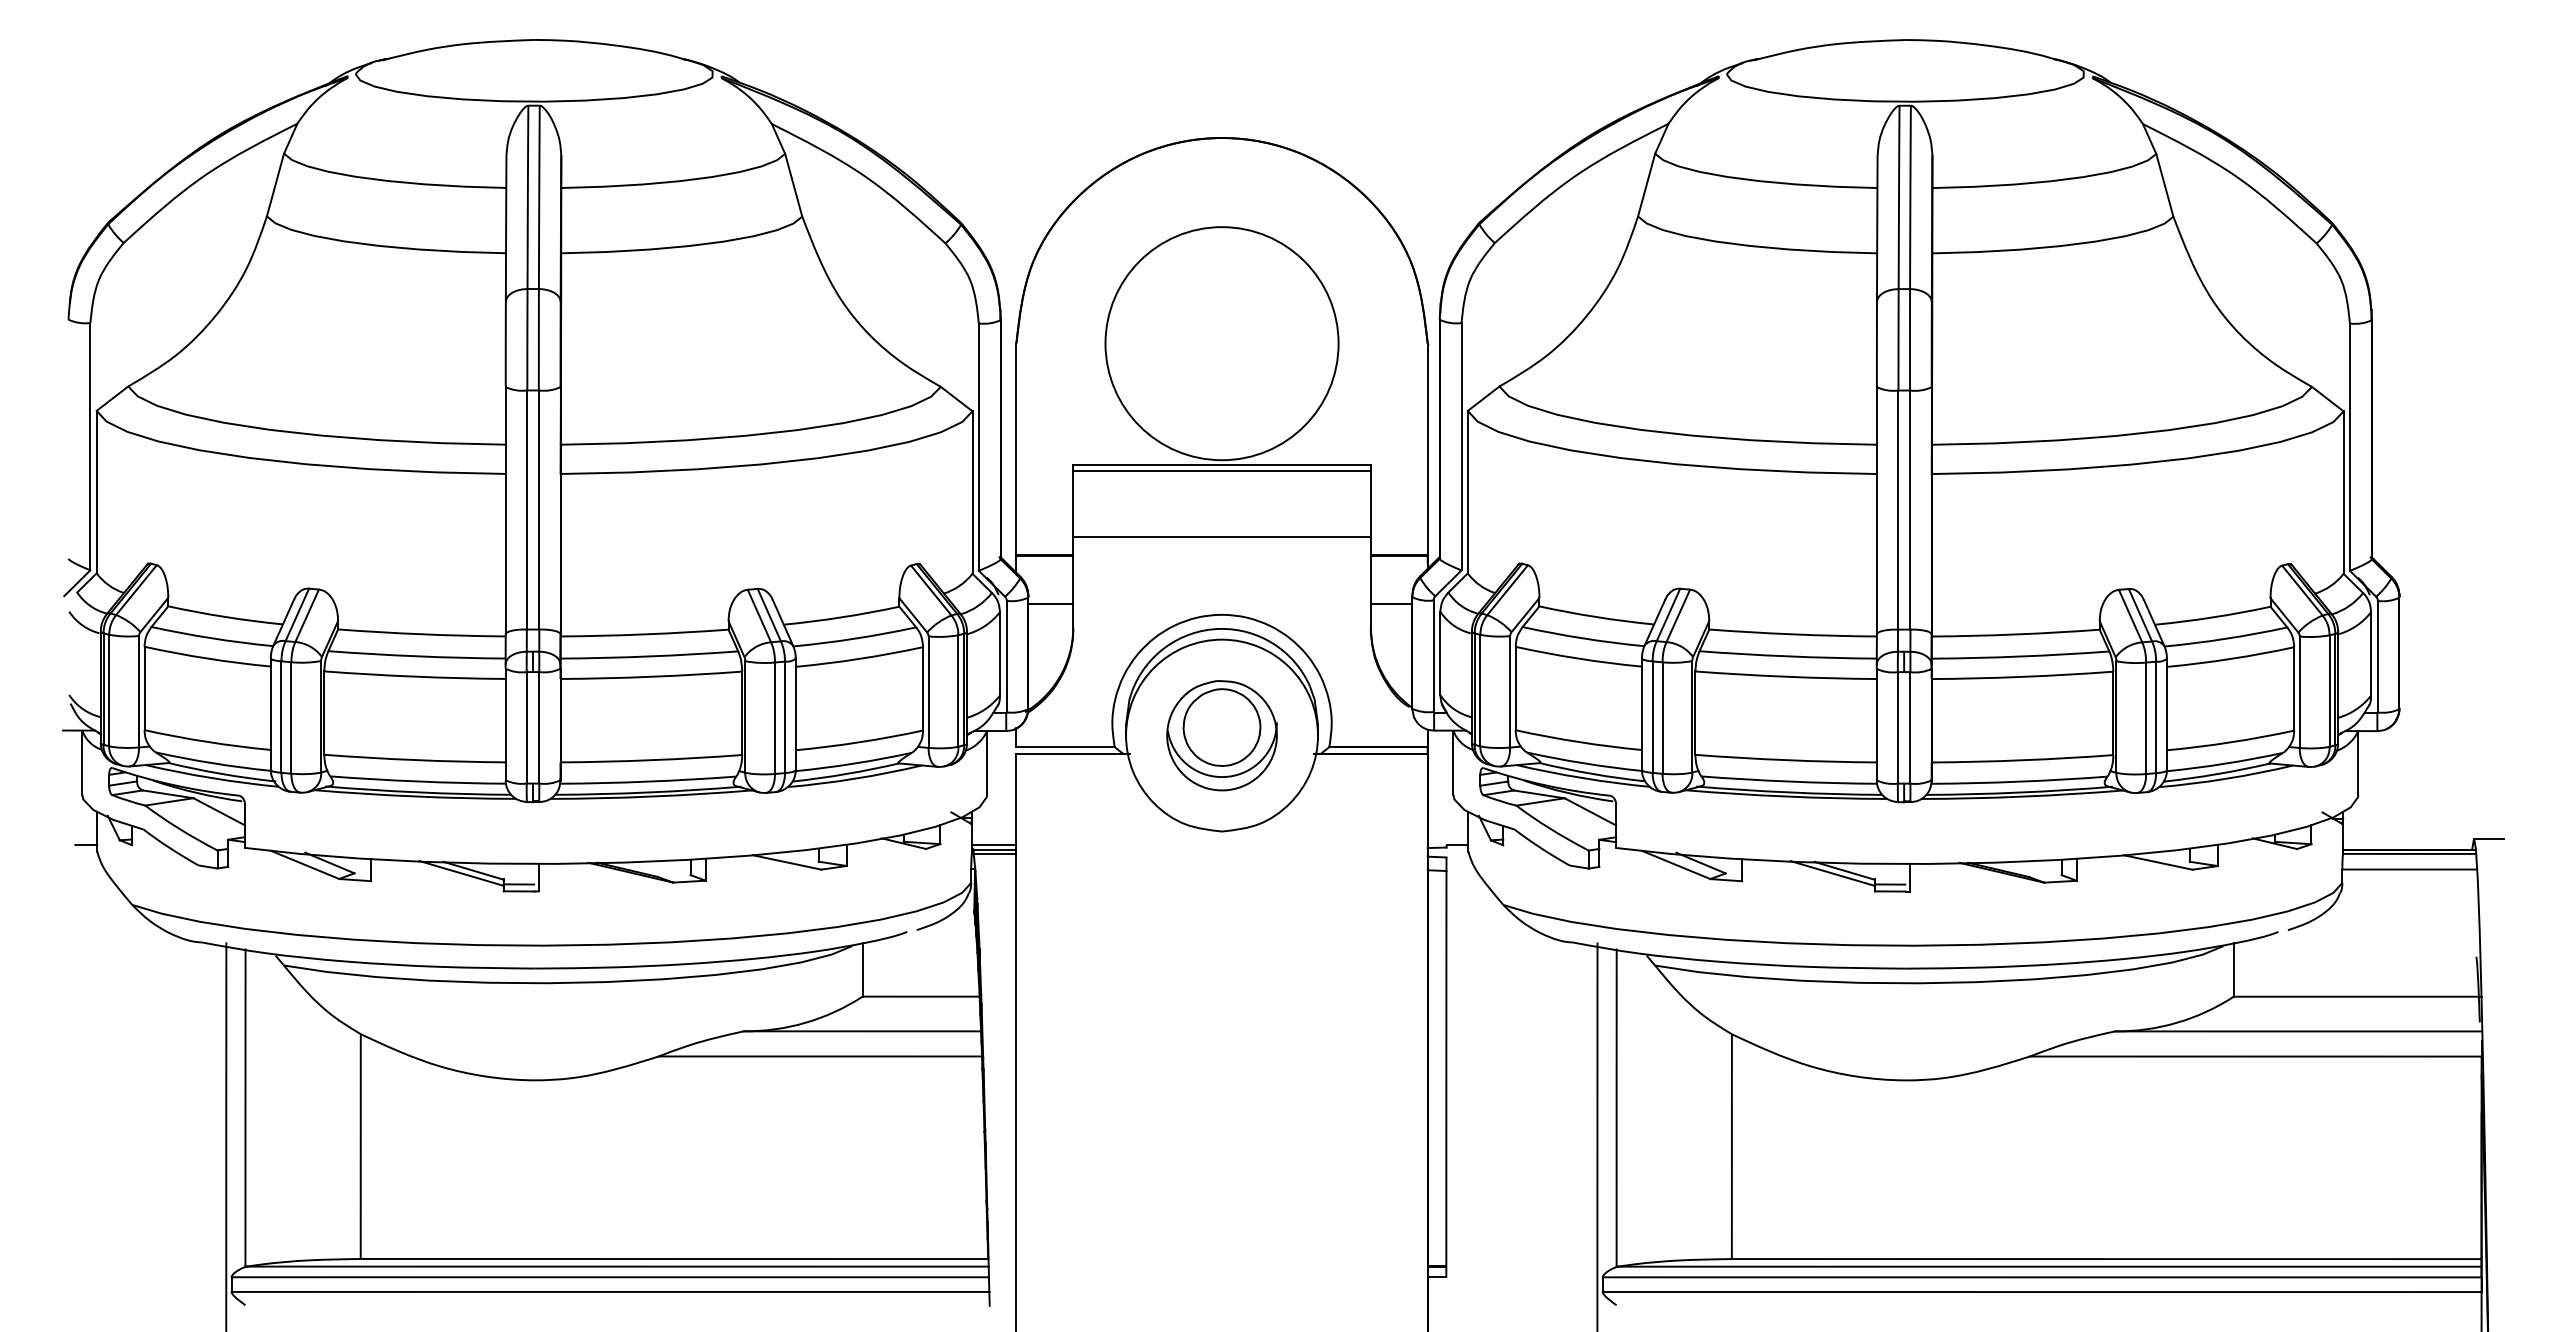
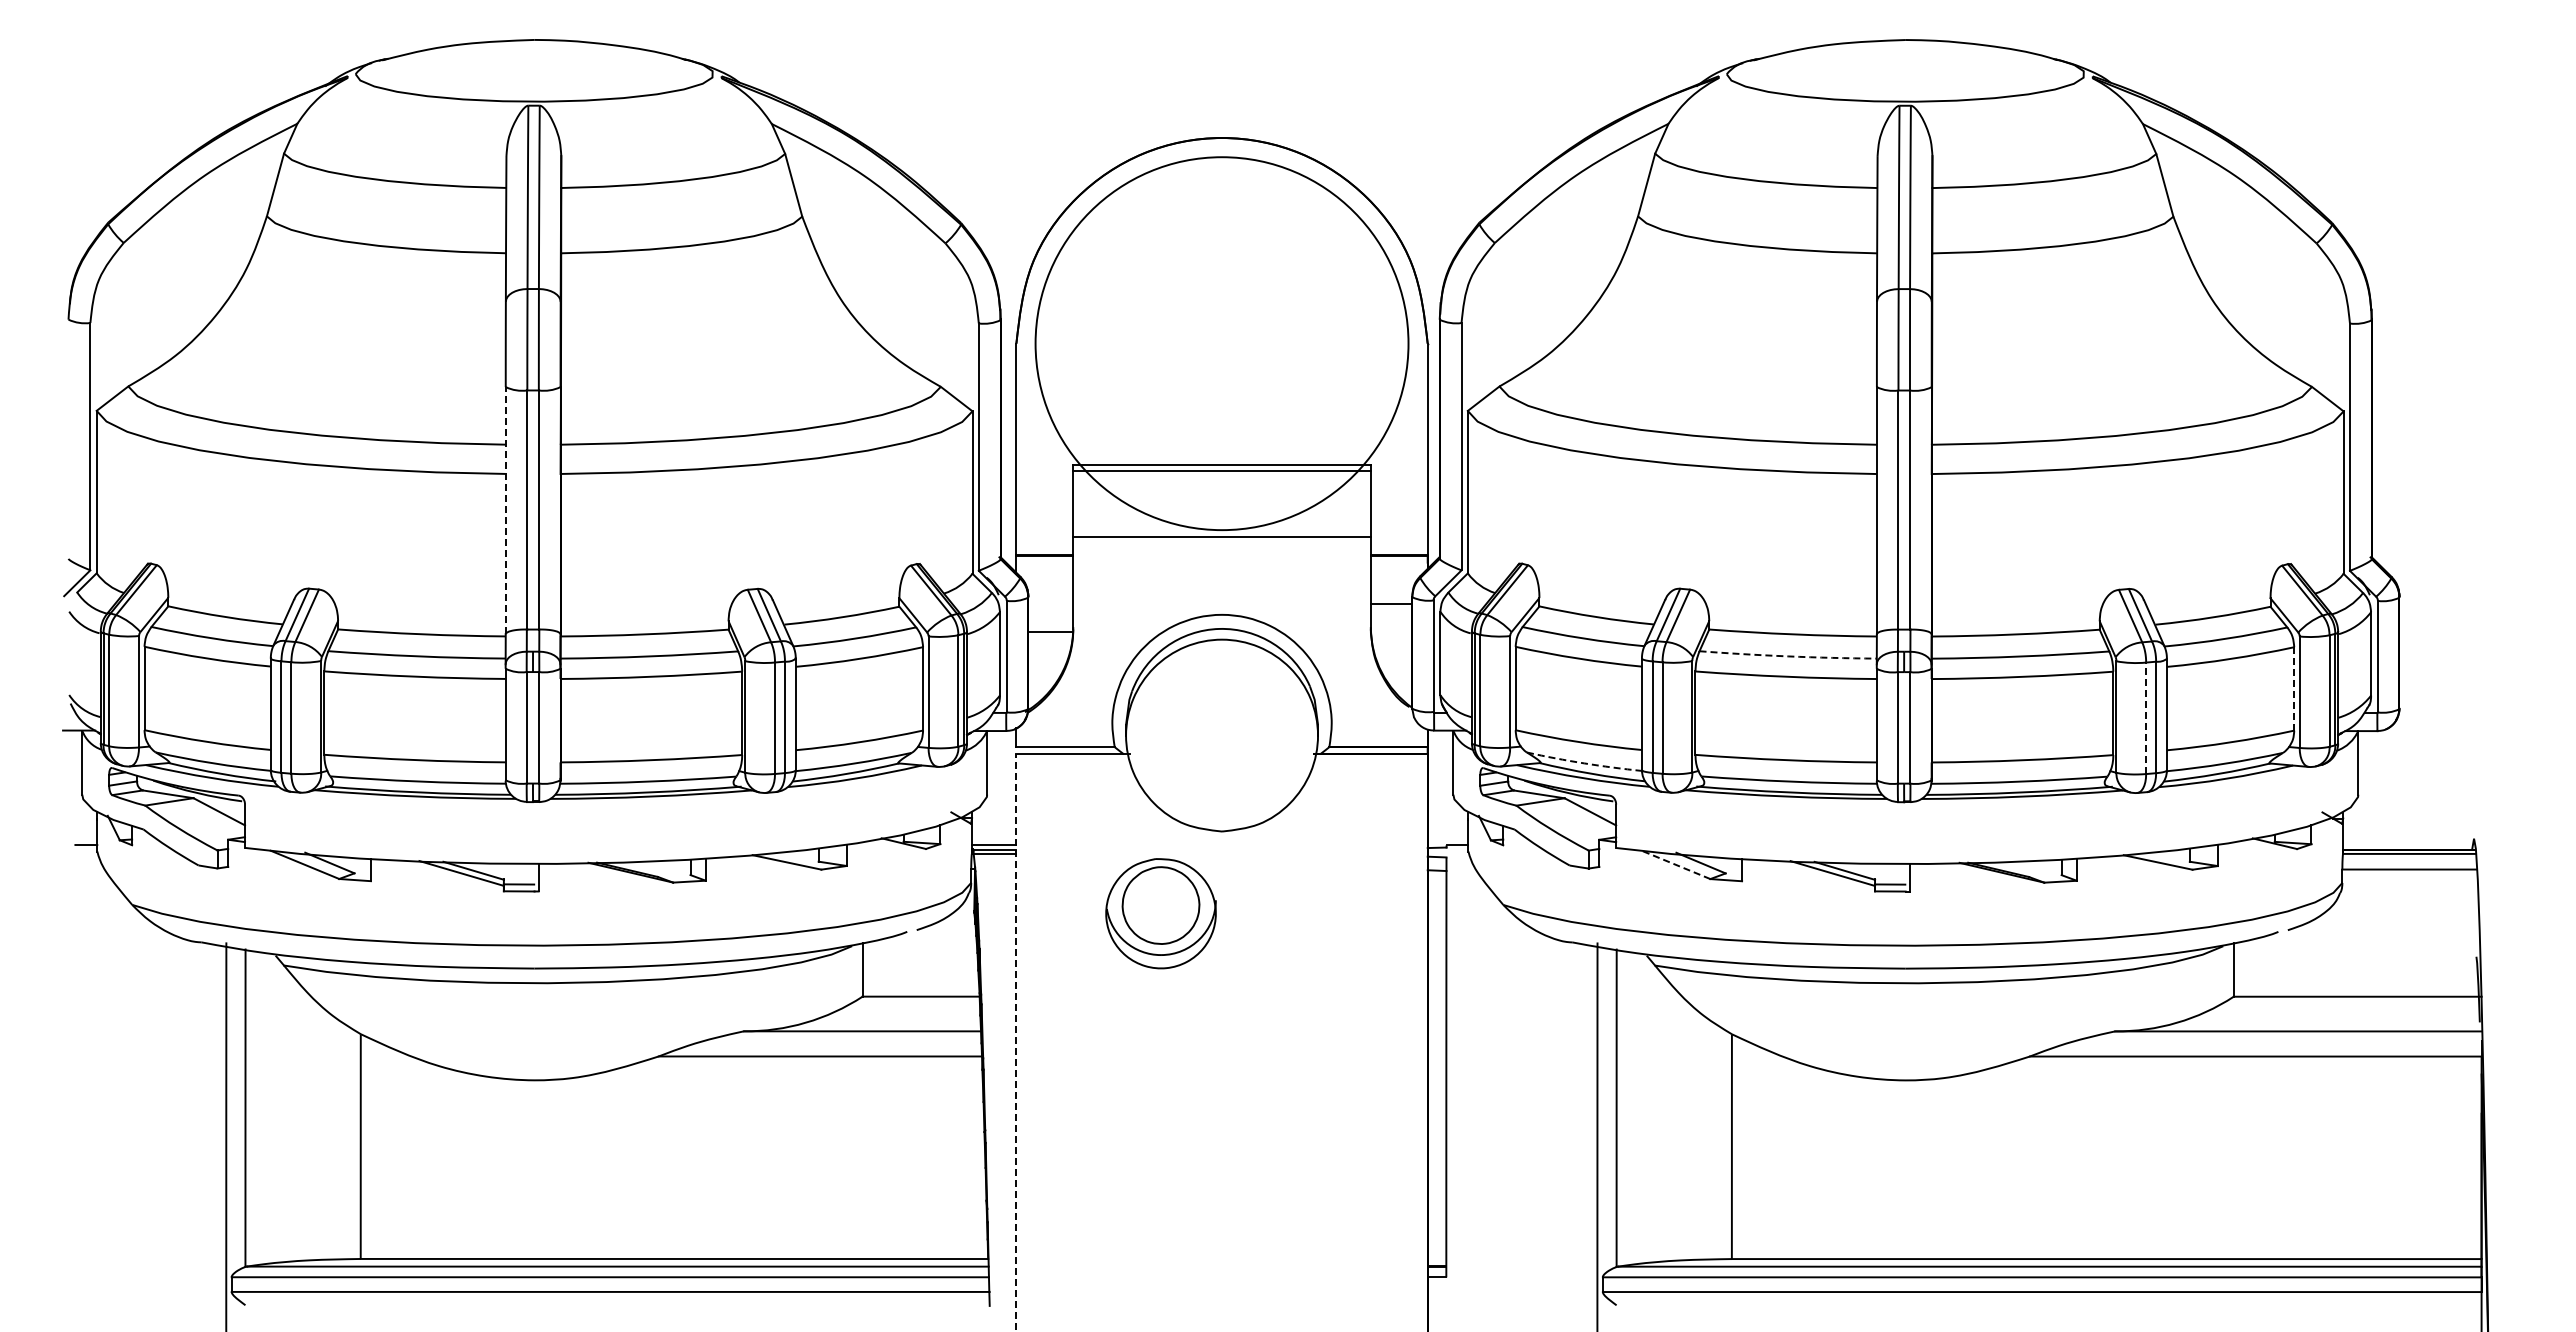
circle at (1221, 343) diameter: 233 px -> 373 px
line at (505, 510): solid -> dashed
line at (1050, 604) position: (1050, 604) -> (1050, 632)
arc at (1788, 656): solid -> dashed
line at (2294, 688): solid -> dashed
line at (2146, 718): solid -> dashed
part at (1221, 735) position: (1221, 735) -> (1160, 913)
arc at (1584, 763): solid -> dashed
line at (2489, 838): present -> none
line at (1675, 864): solid -> dashed
line at (1016, 1042): solid -> dashed
